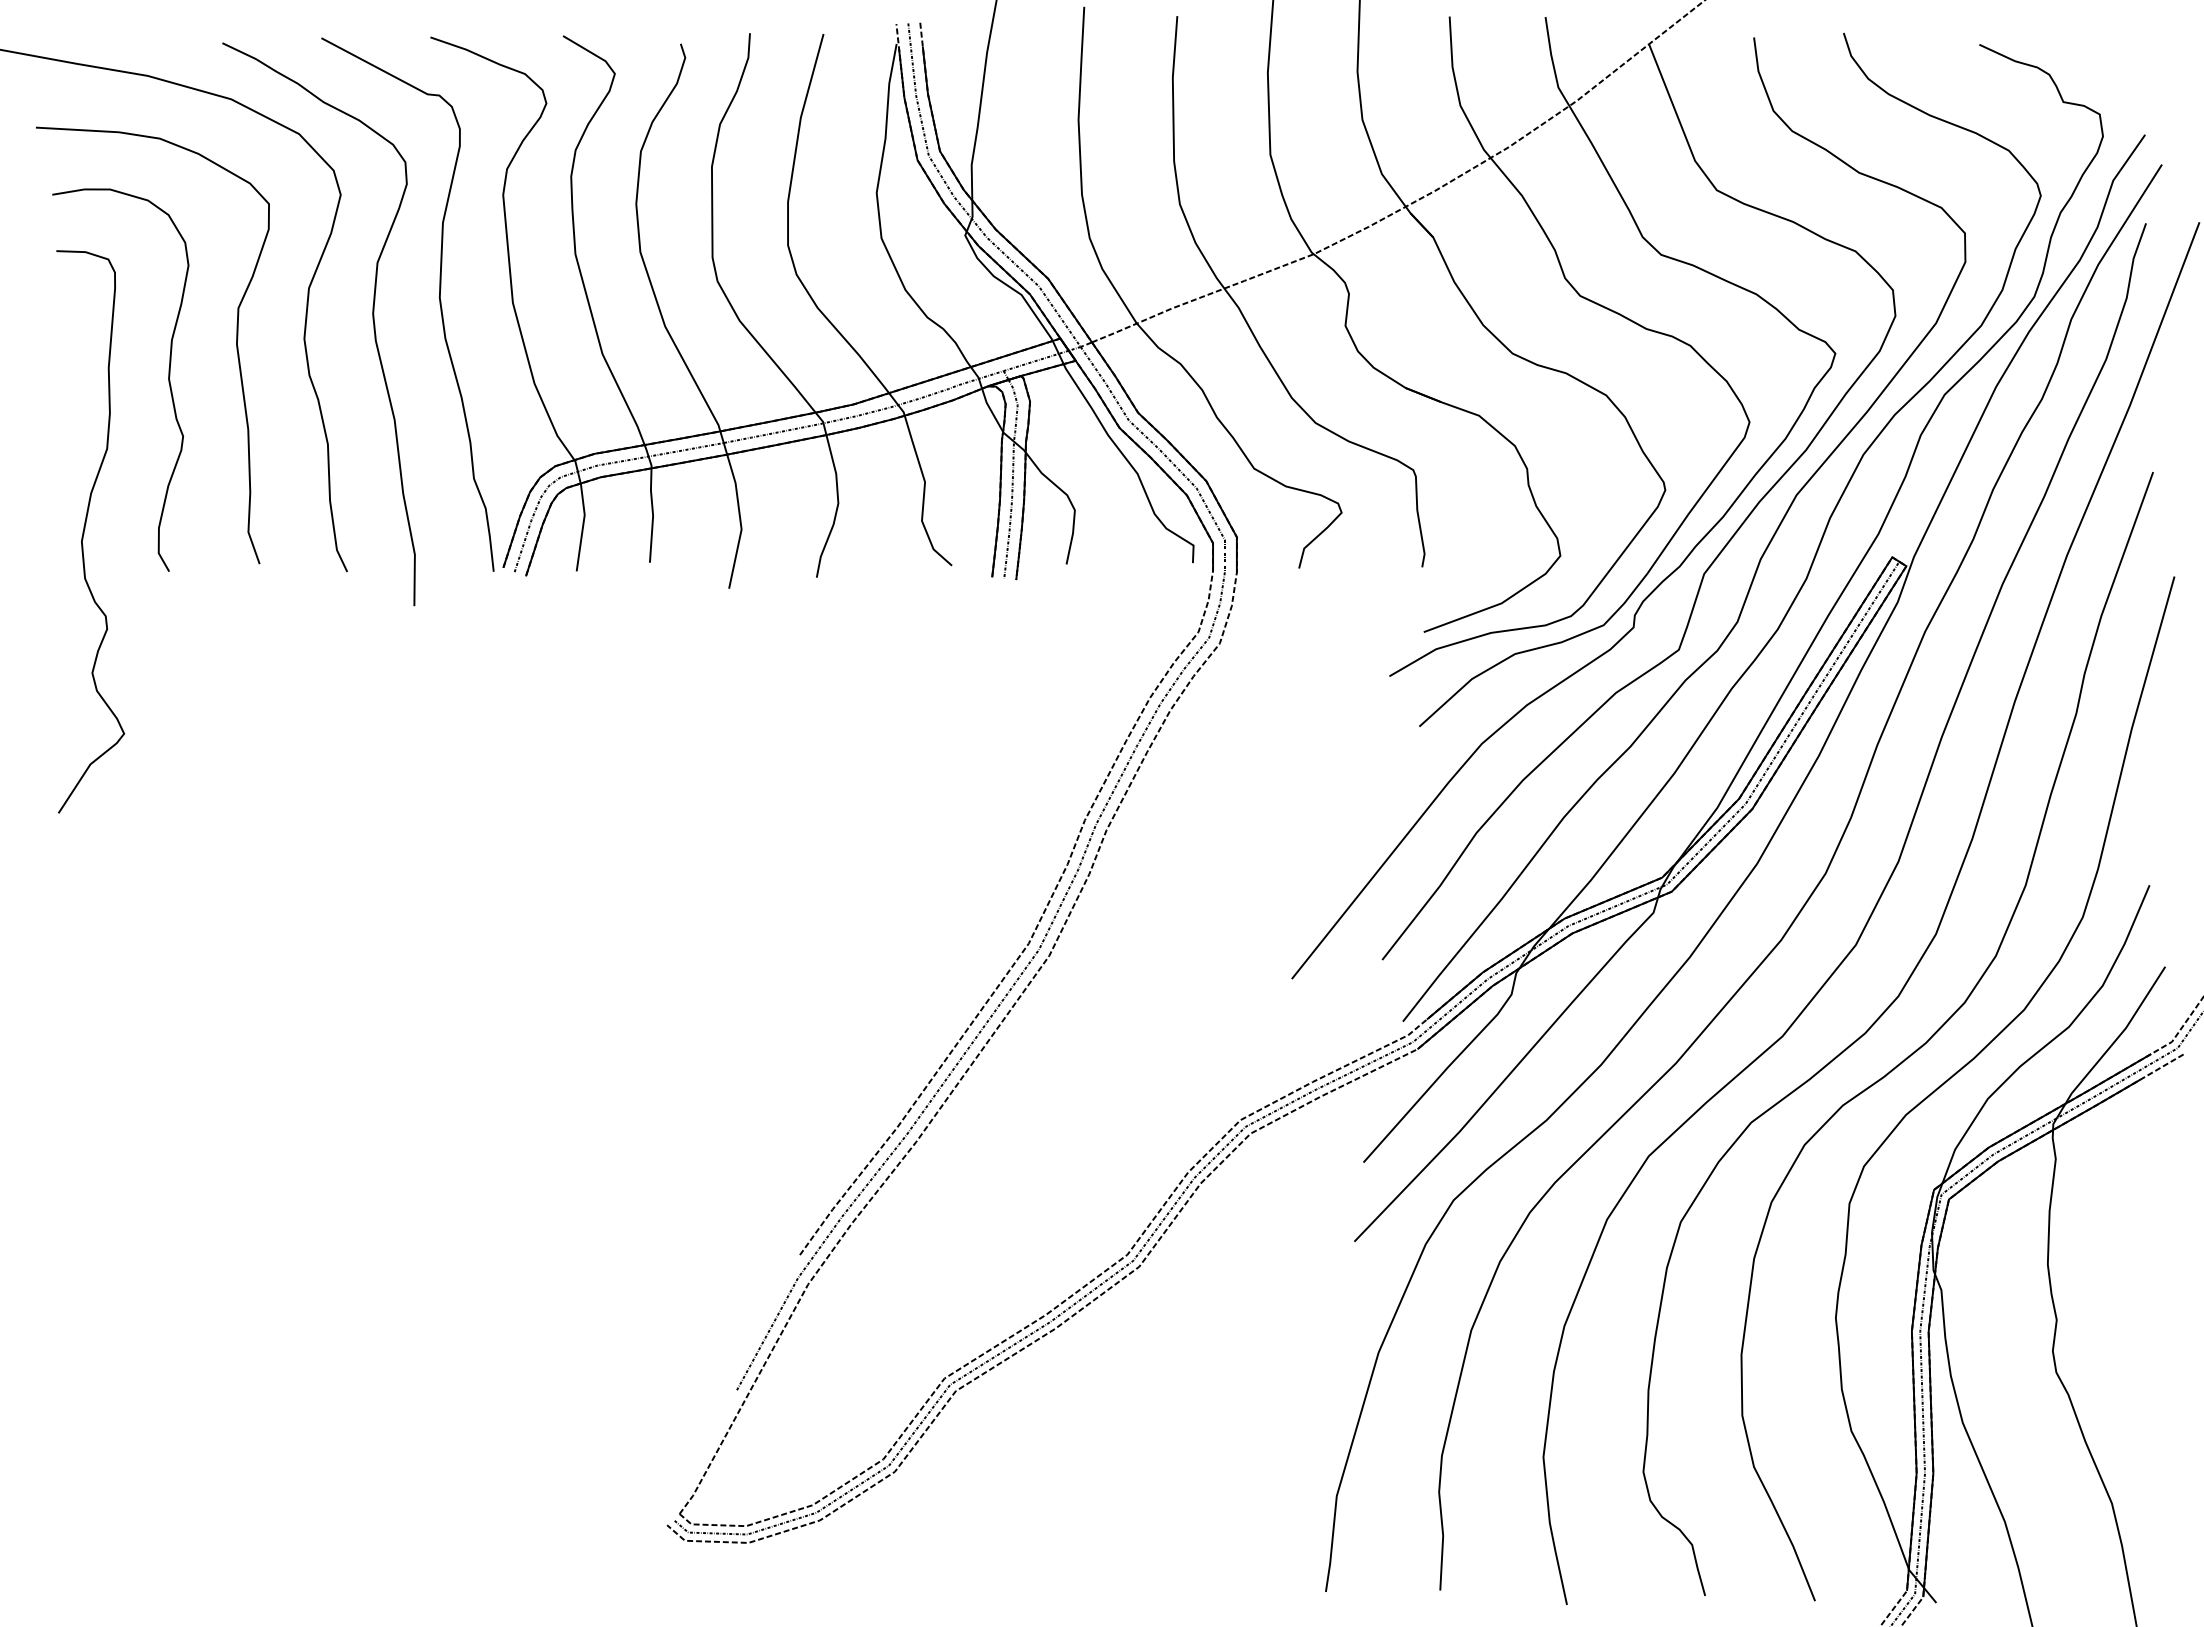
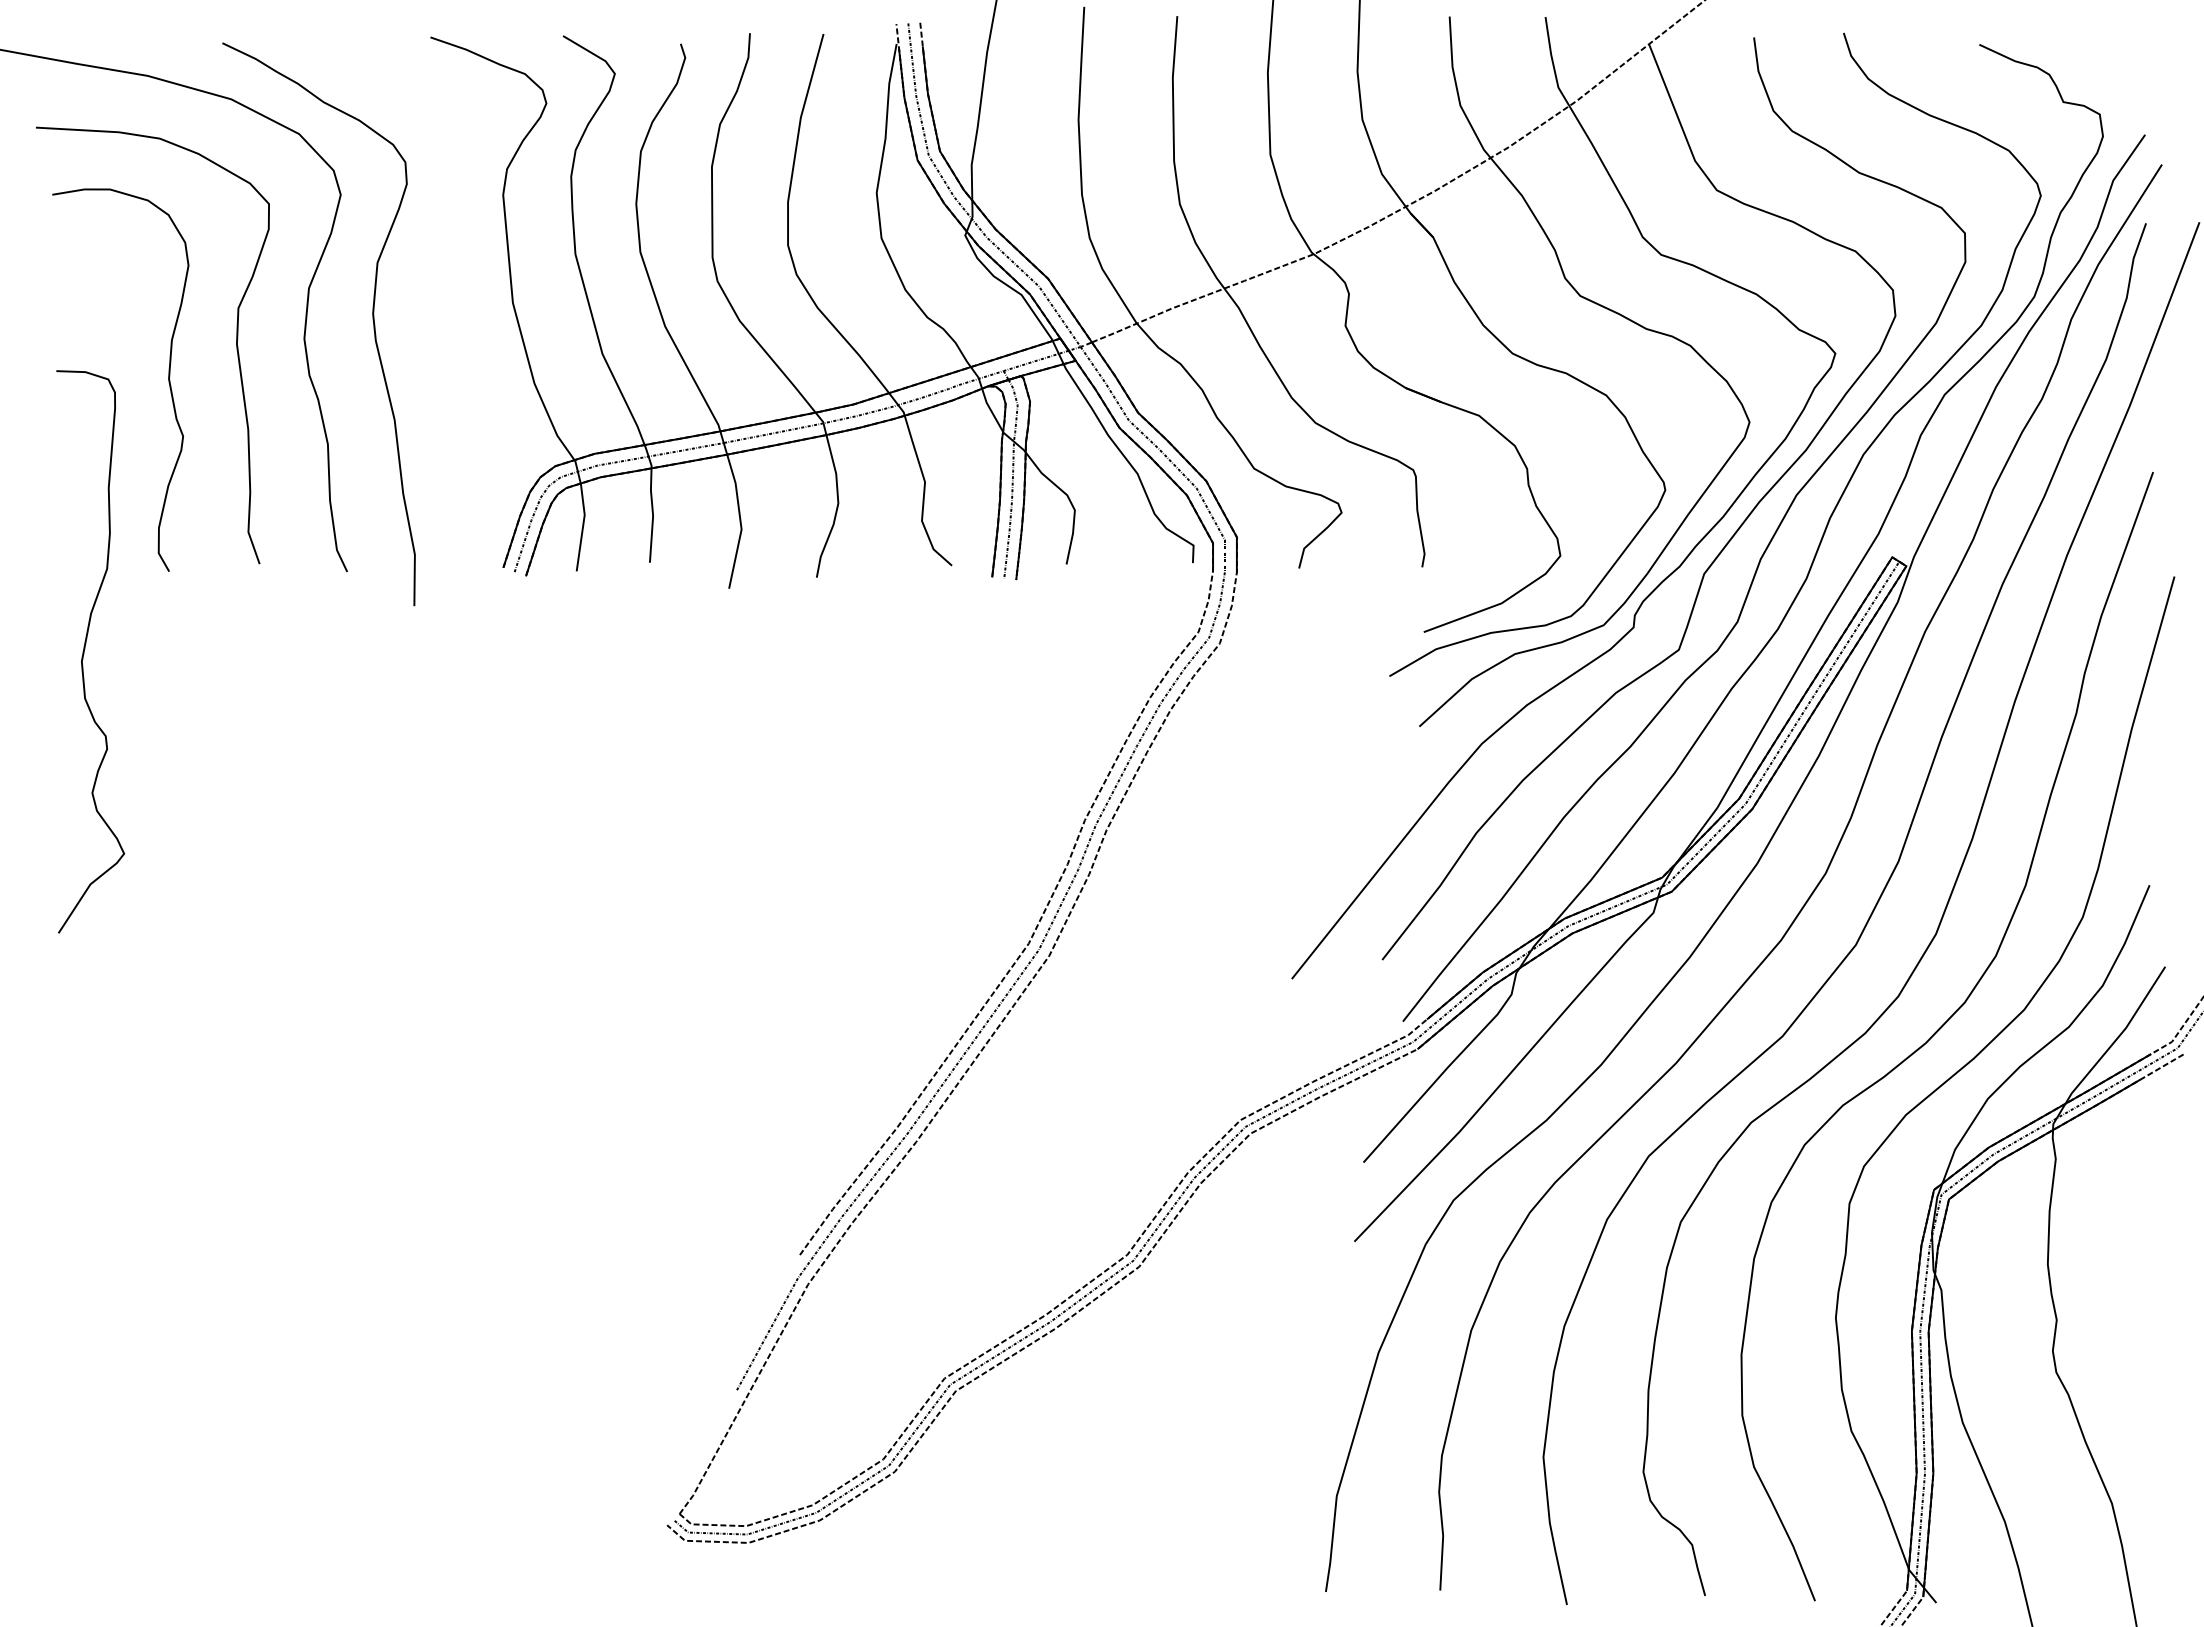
curve at (438, 297): present -> none
curve at (85, 529) position: (85, 529) -> (85, 649)
